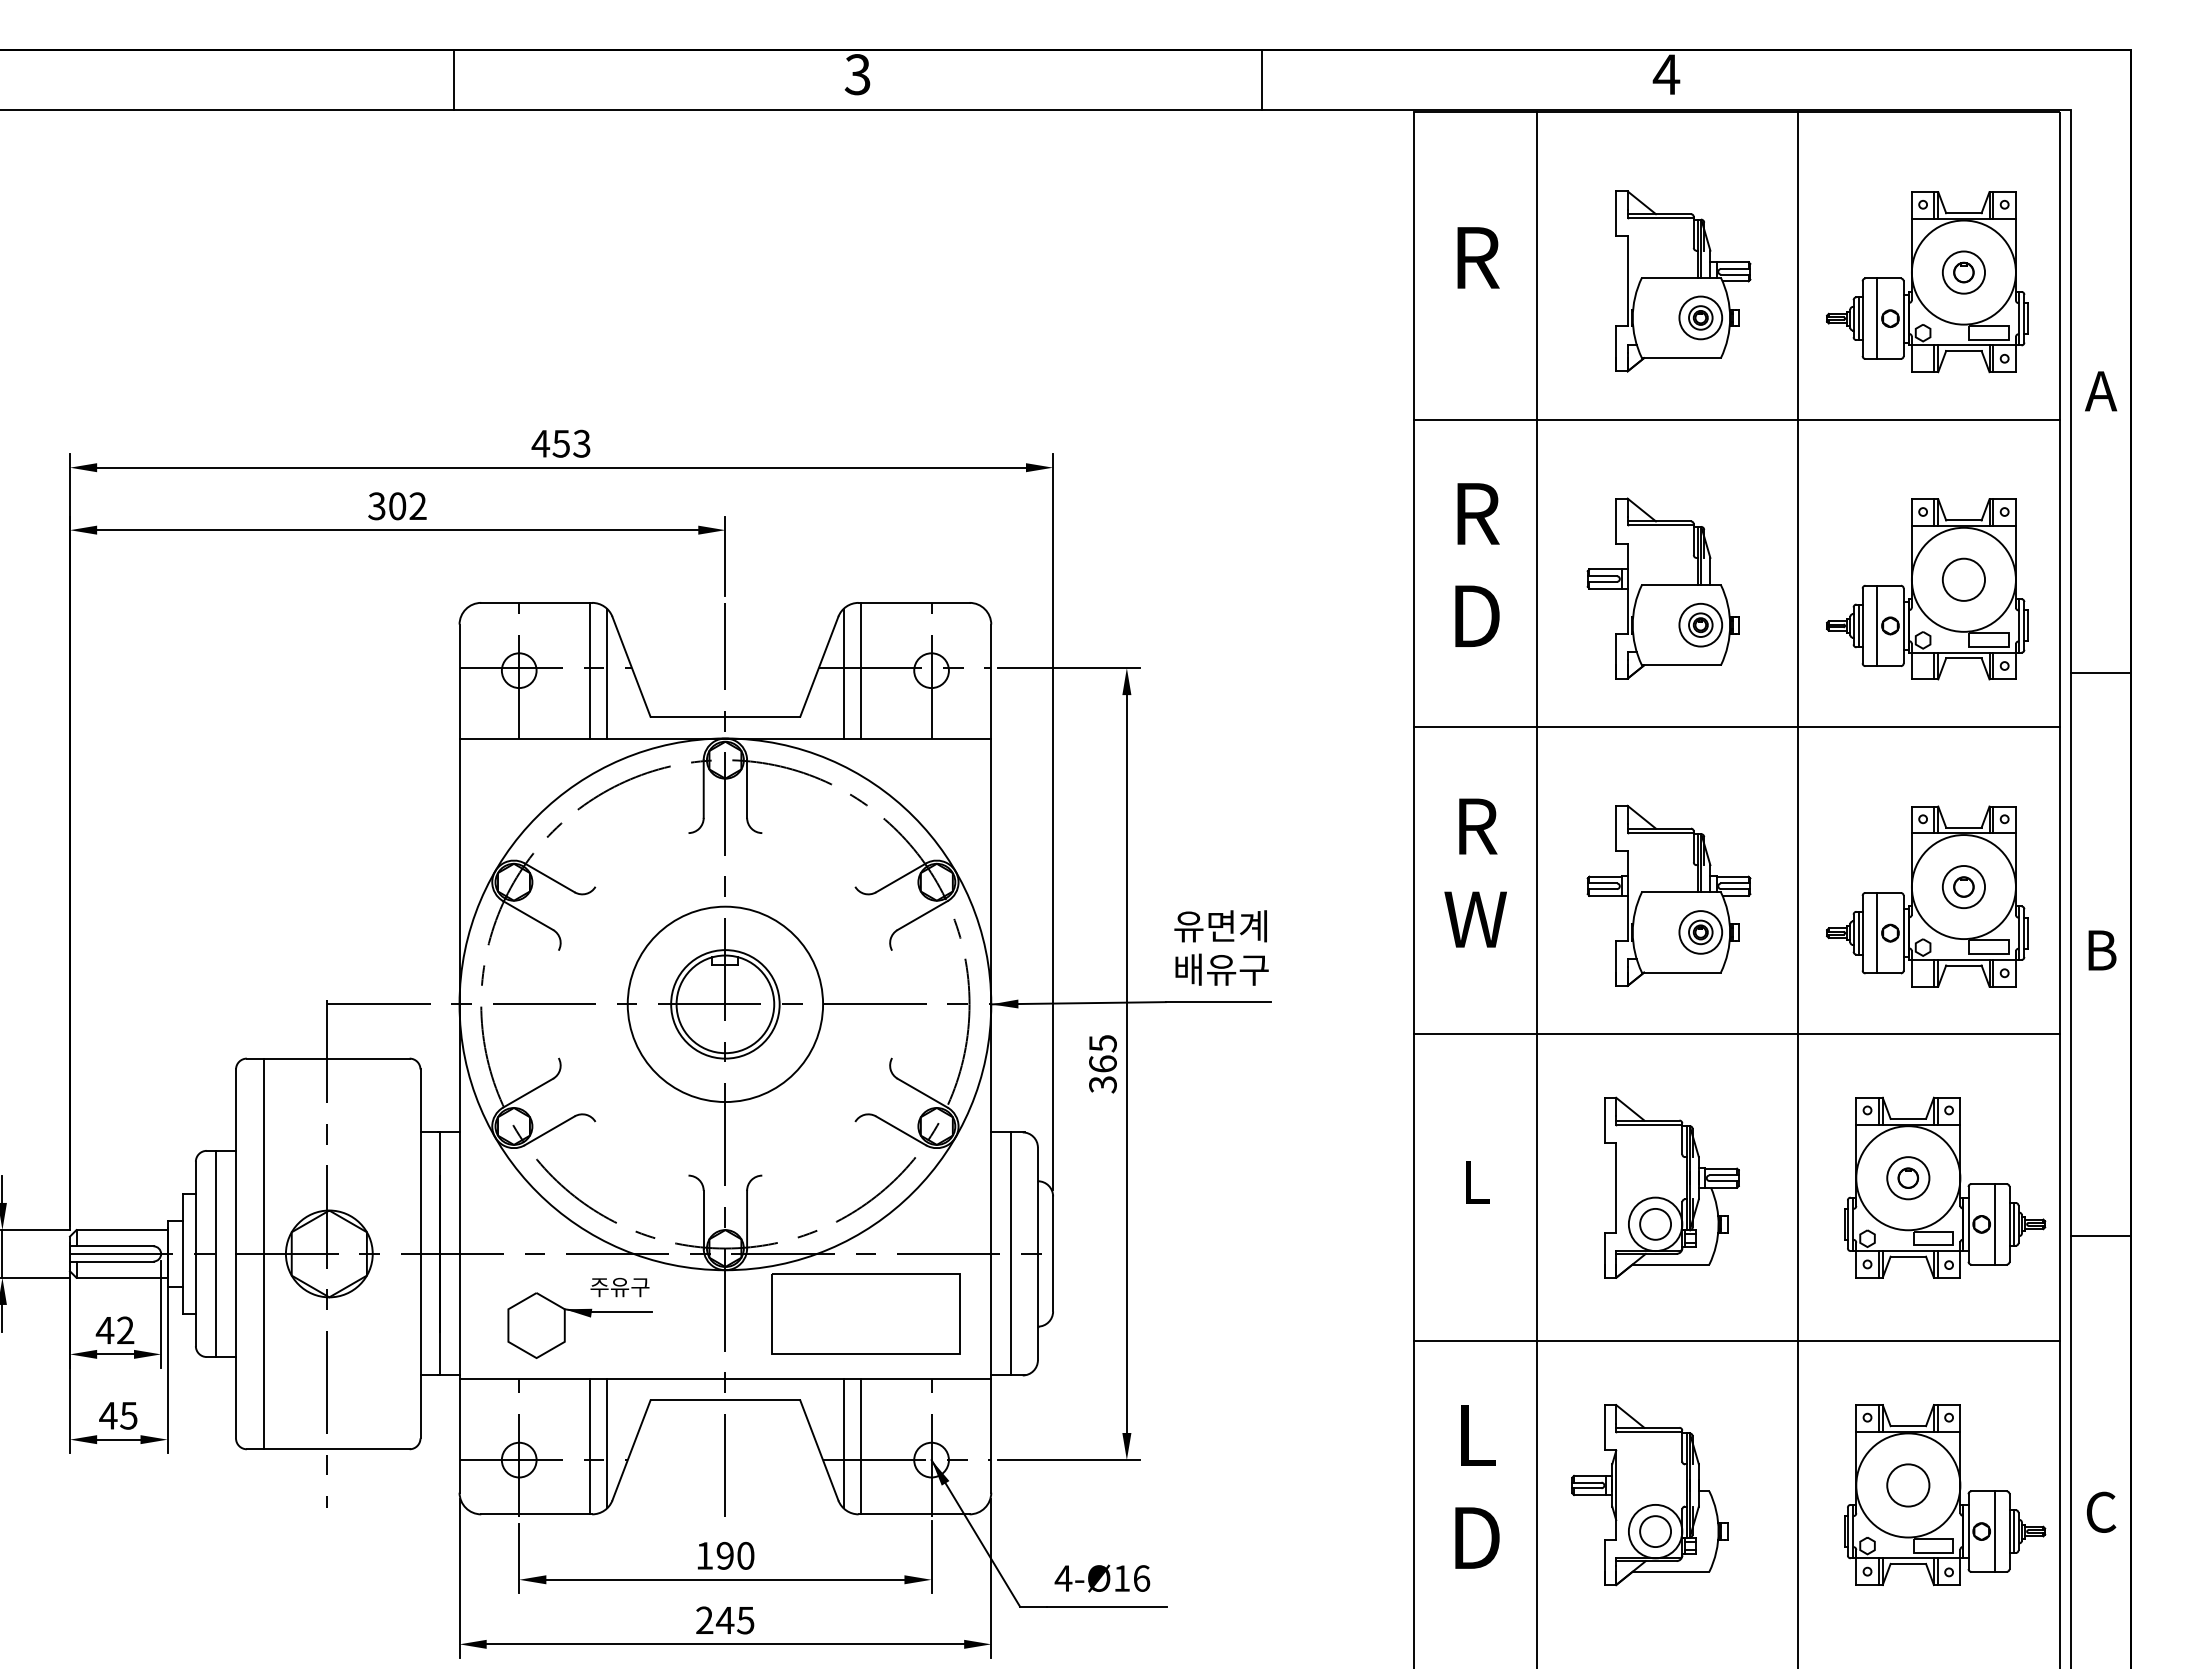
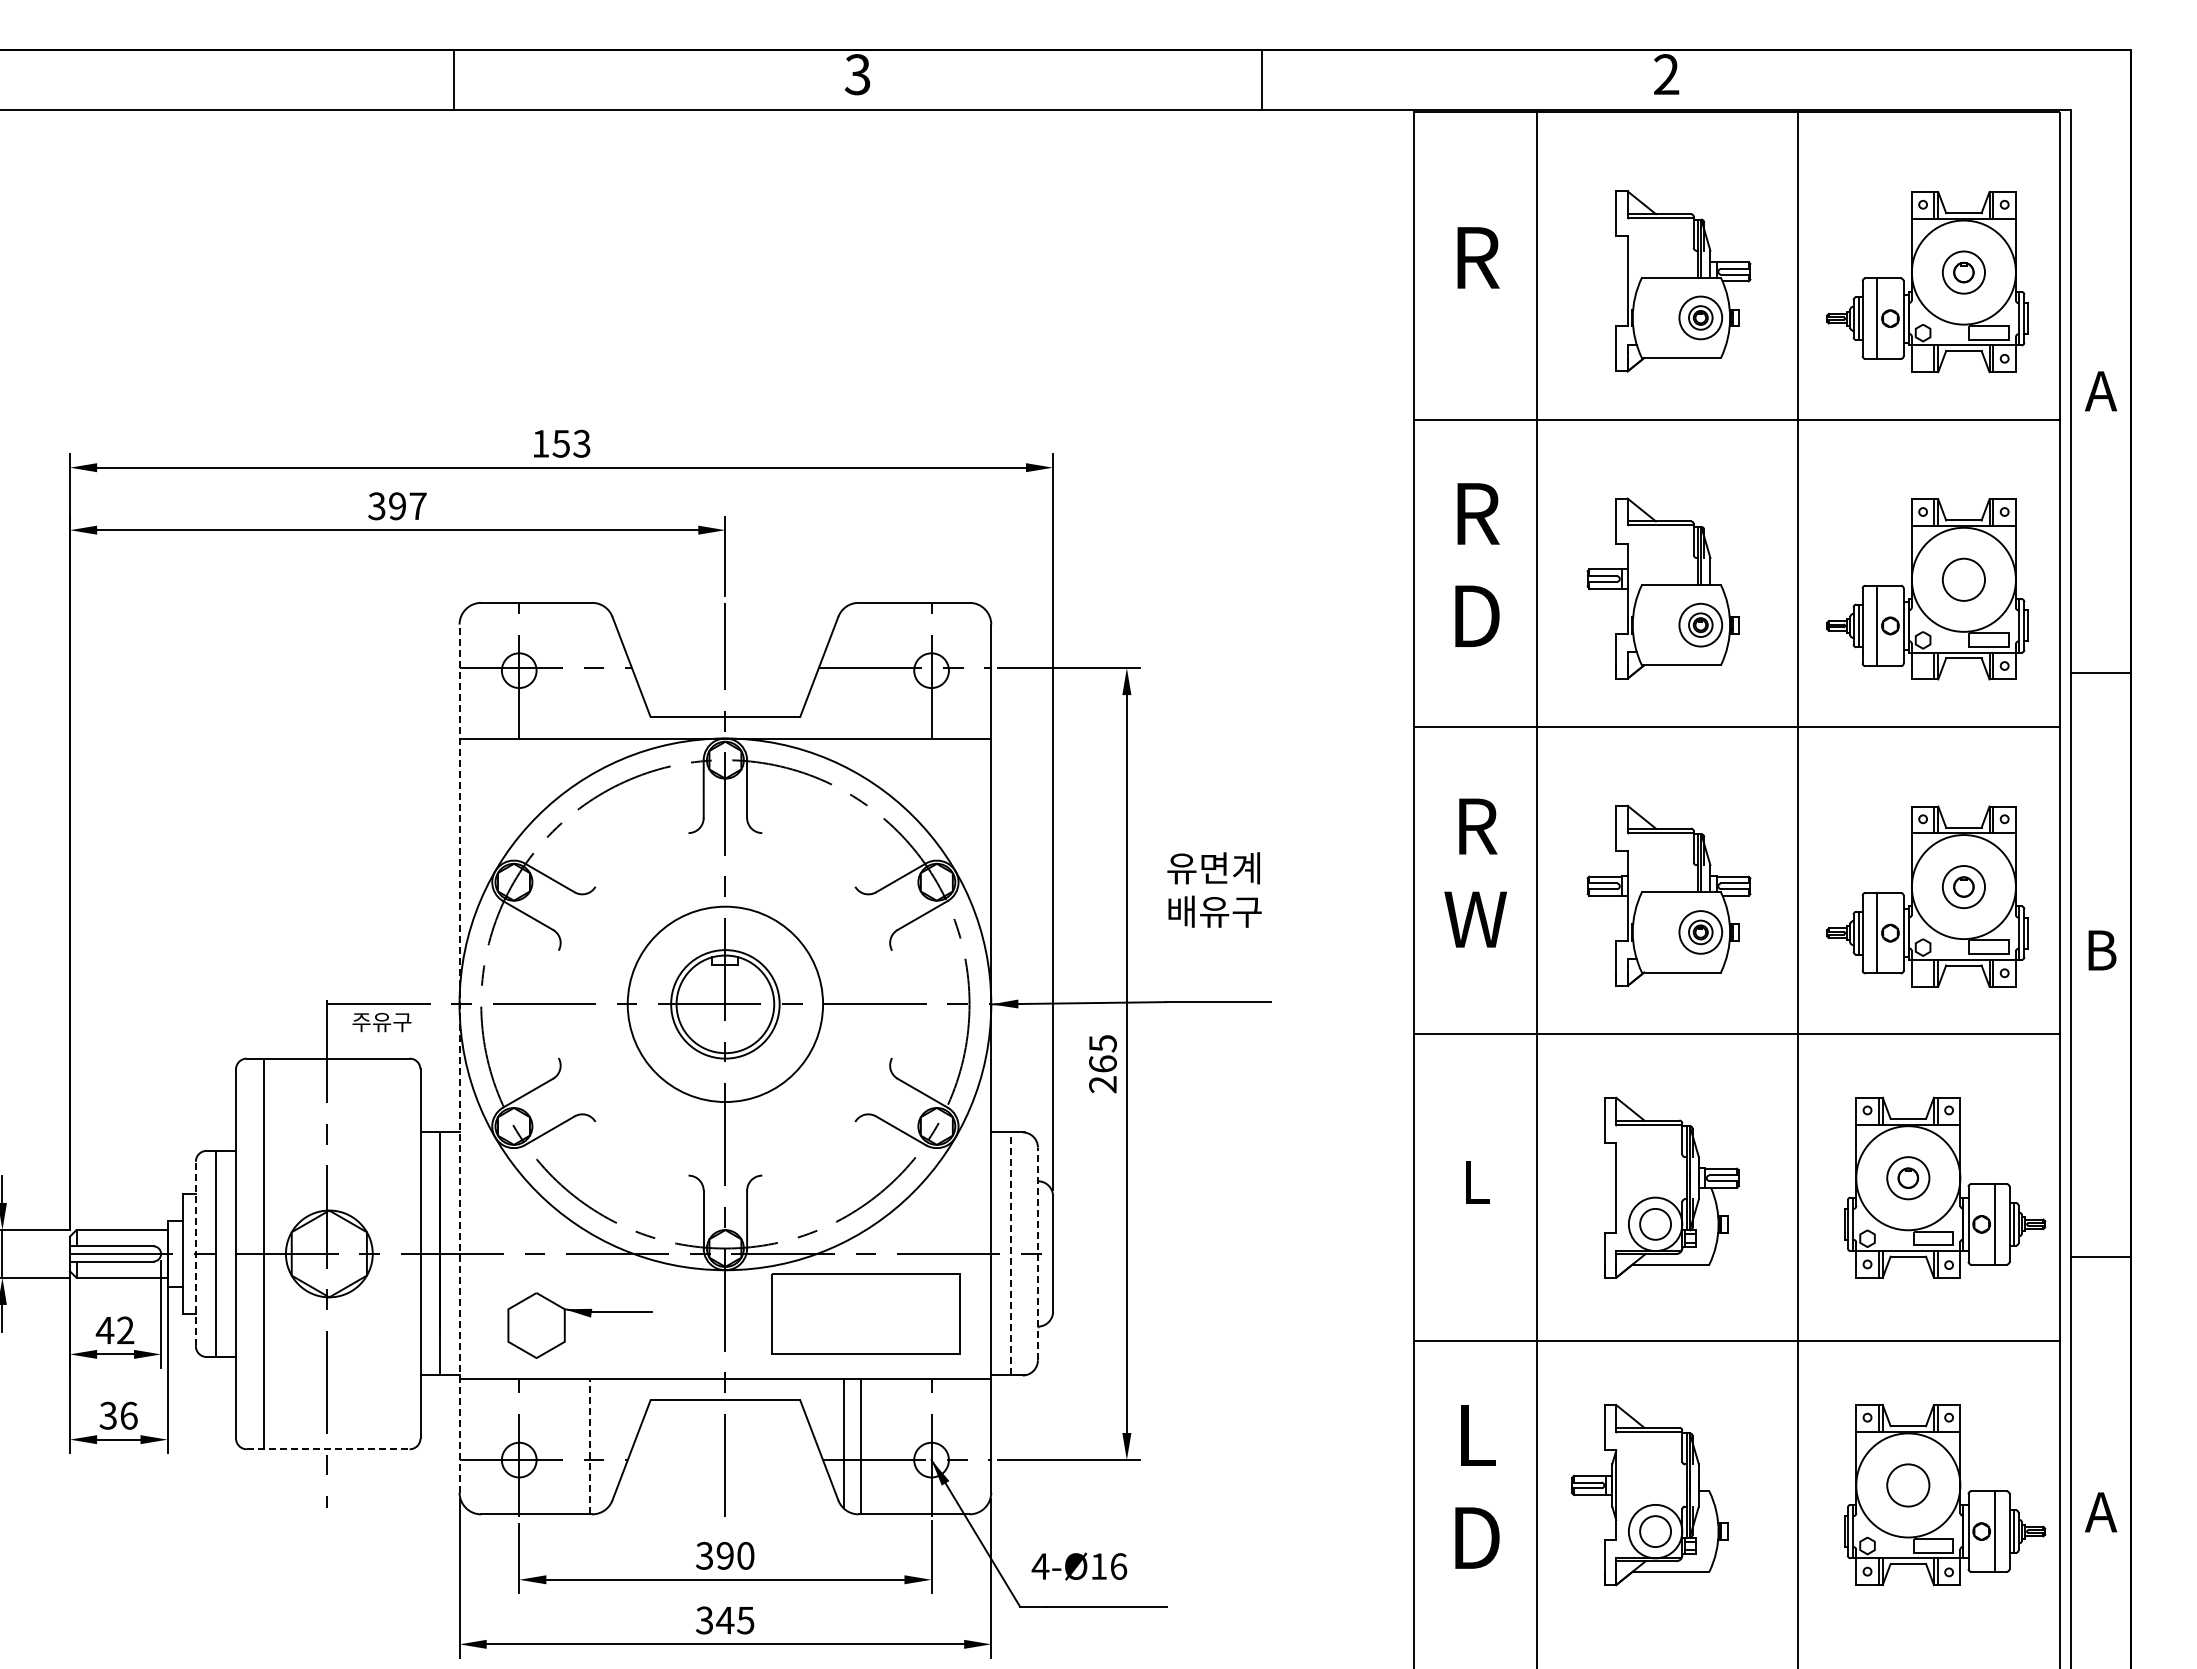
text at (1666, 74): 4 -> 2
text at (540, 443): 453 -> 153
text at (407, 506): 302 -> 397
line at (589, 670): present -> none
line at (861, 670): present -> none
line at (607, 673): present -> none
line at (843, 673): present -> none
text at (1221, 947) position: (1221, 947) -> (1214, 889)
line at (459, 1058): solid -> dashed
text at (1102, 1084): 365 -> 265
line at (2101, 1236) position: (2101, 1236) -> (2101, 1257)
line at (195, 1253): solid -> dashed
line at (1010, 1253): solid -> dashed
line at (1037, 1253): solid -> dashed
text at (619, 1287) position: (619, 1287) -> (381, 1022)
text at (118, 1415): 45 -> 36
line at (607, 1443): present -> none
line at (589, 1446): solid -> dashed
line at (328, 1449): solid -> dashed
text at (2101, 1511): C -> A
text at (703, 1555): 190 -> 390
text at (1102, 1578) position: (1102, 1578) -> (1079, 1566)
text at (704, 1620): 245 -> 345
